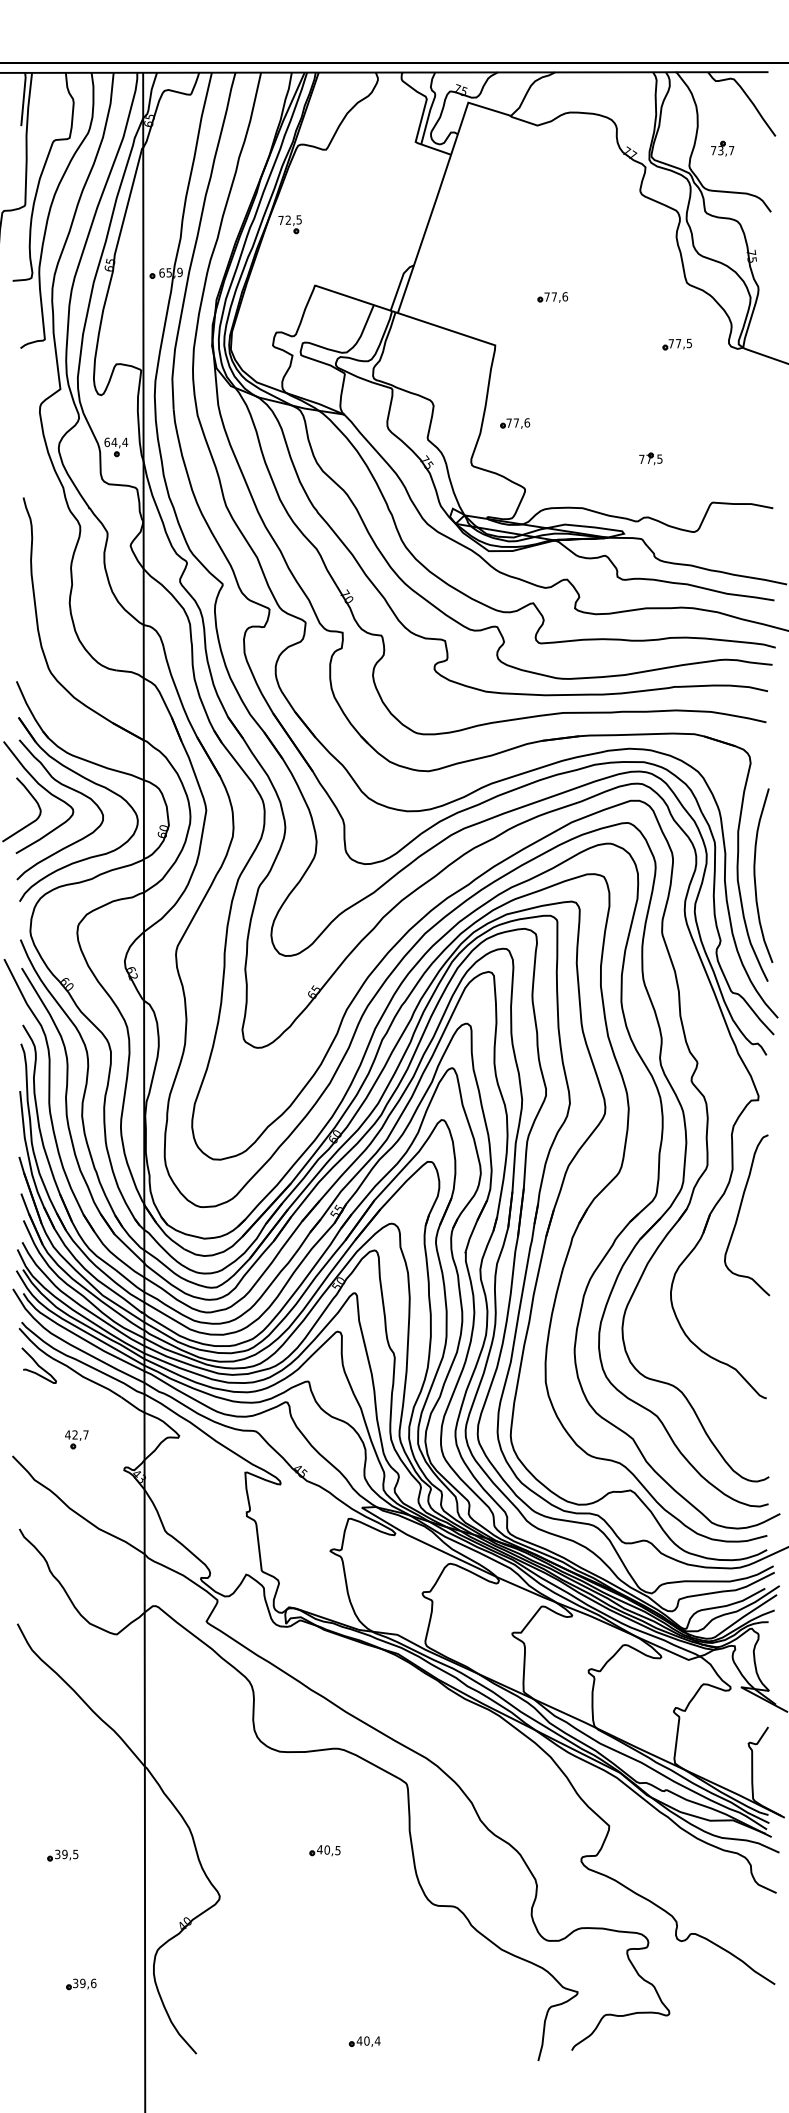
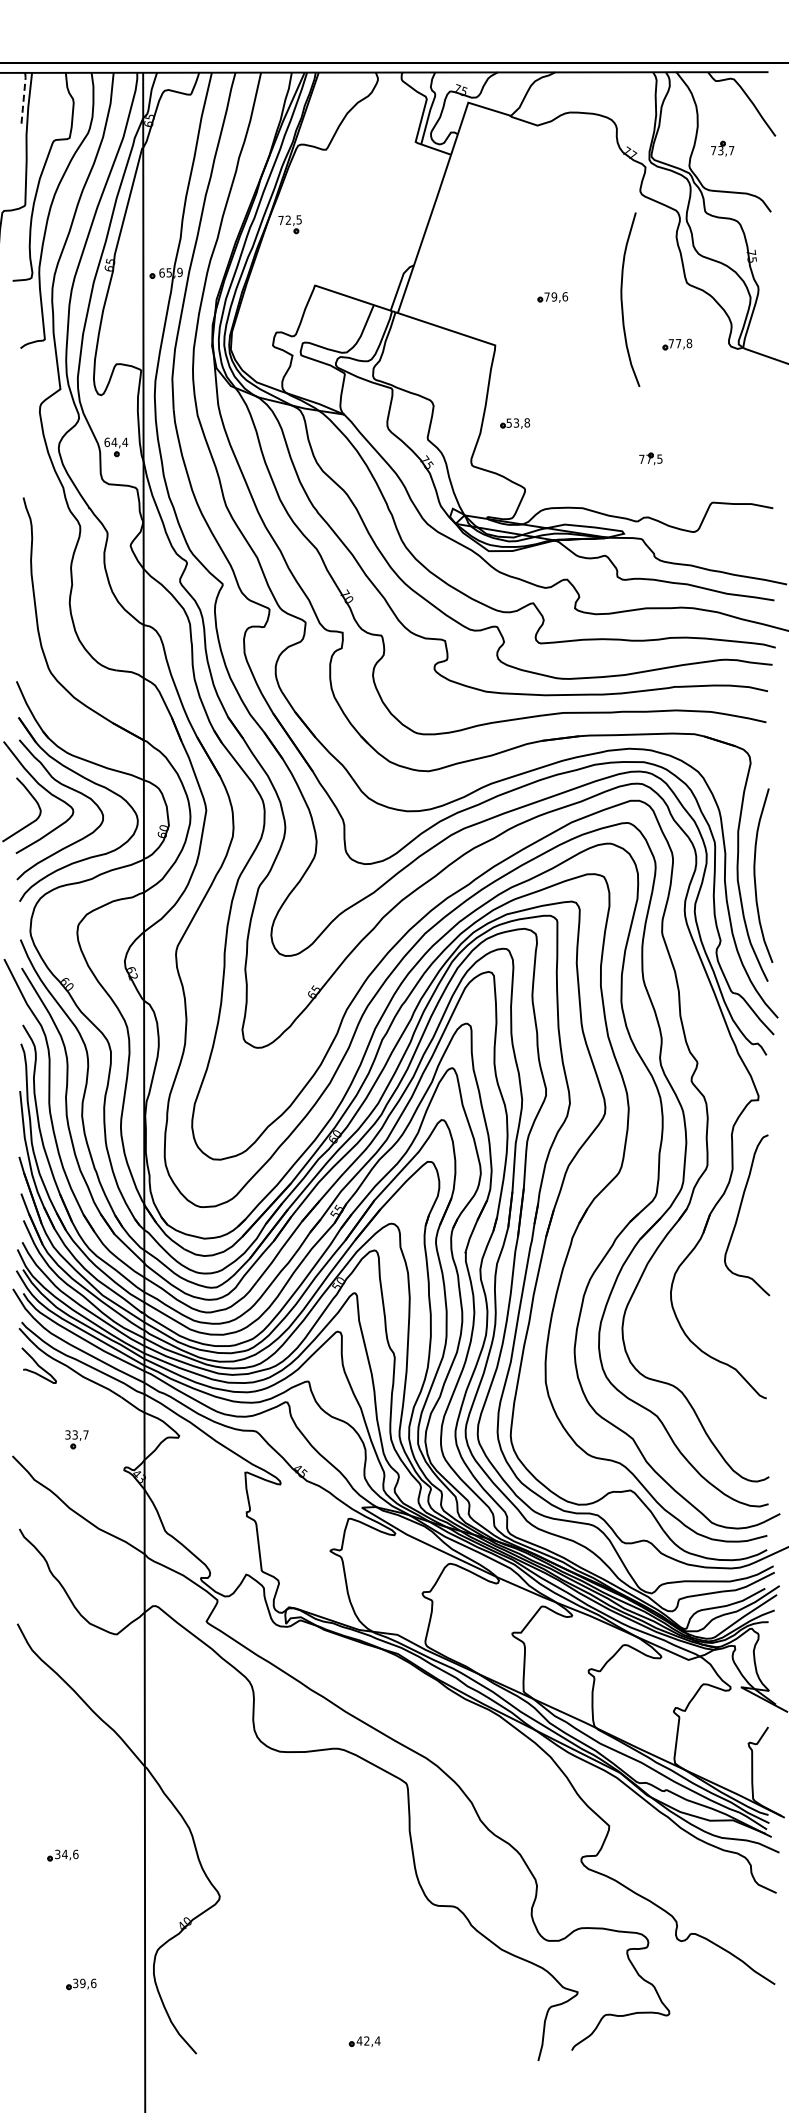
line at (23, 99): solid -> dashed
text at (554, 296): 77,6 -> 79,6
curve at (622, 299): none -> present
text at (689, 343): 77,5 -> 77,8
text at (517, 422): 77,6 -> 53,8
text at (71, 1434): 42,7 -> 33,7
part at (324, 1850): present -> none
text at (70, 1854): 39,5 -> 34,6
text at (366, 2040): 40,4 -> 42,4
